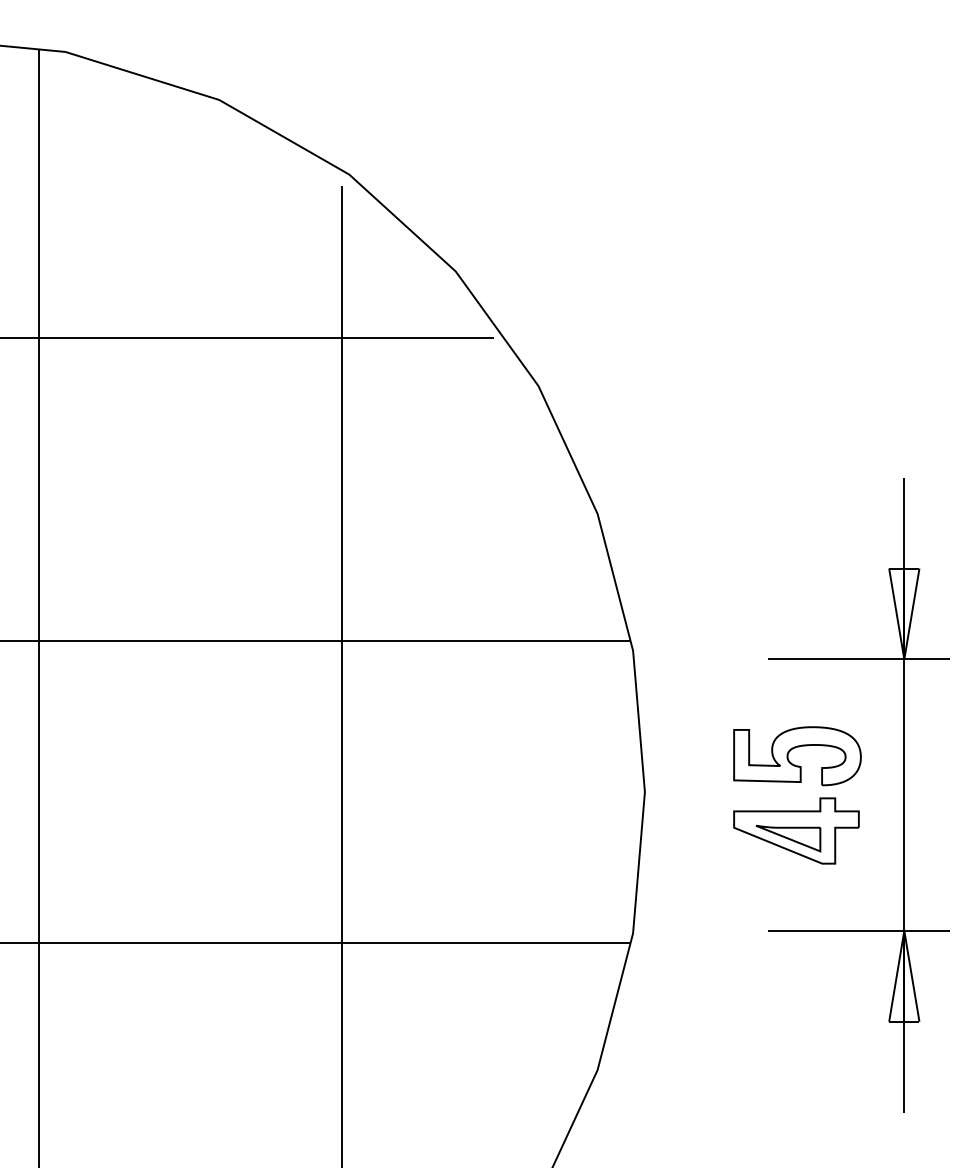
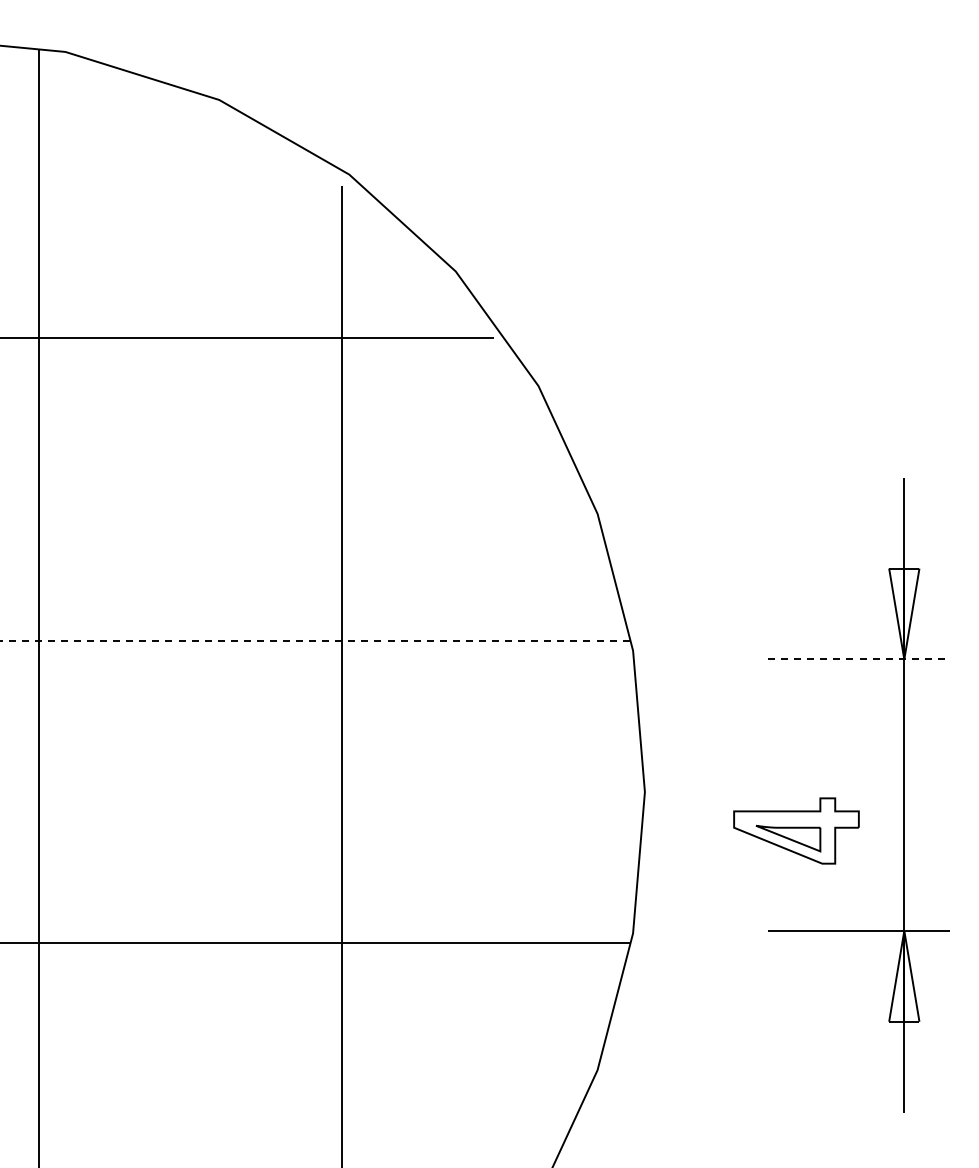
line at (314, 640): solid -> dashed
line at (858, 659): solid -> dashed
part at (793, 749): present -> none
